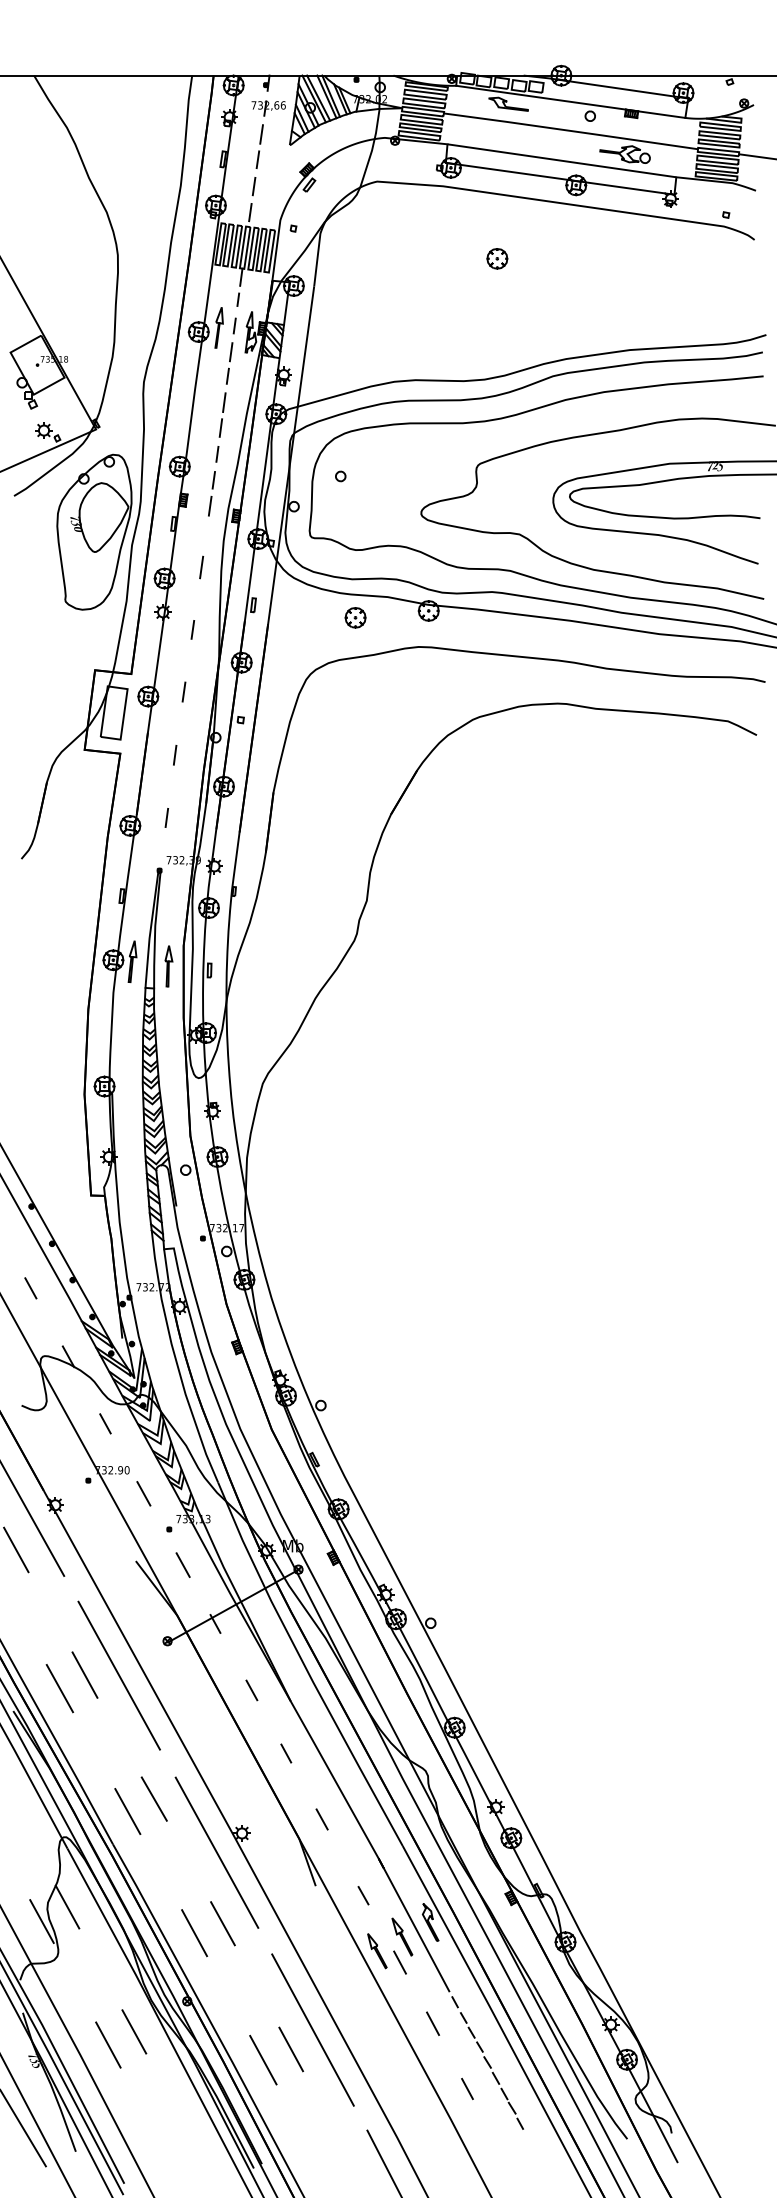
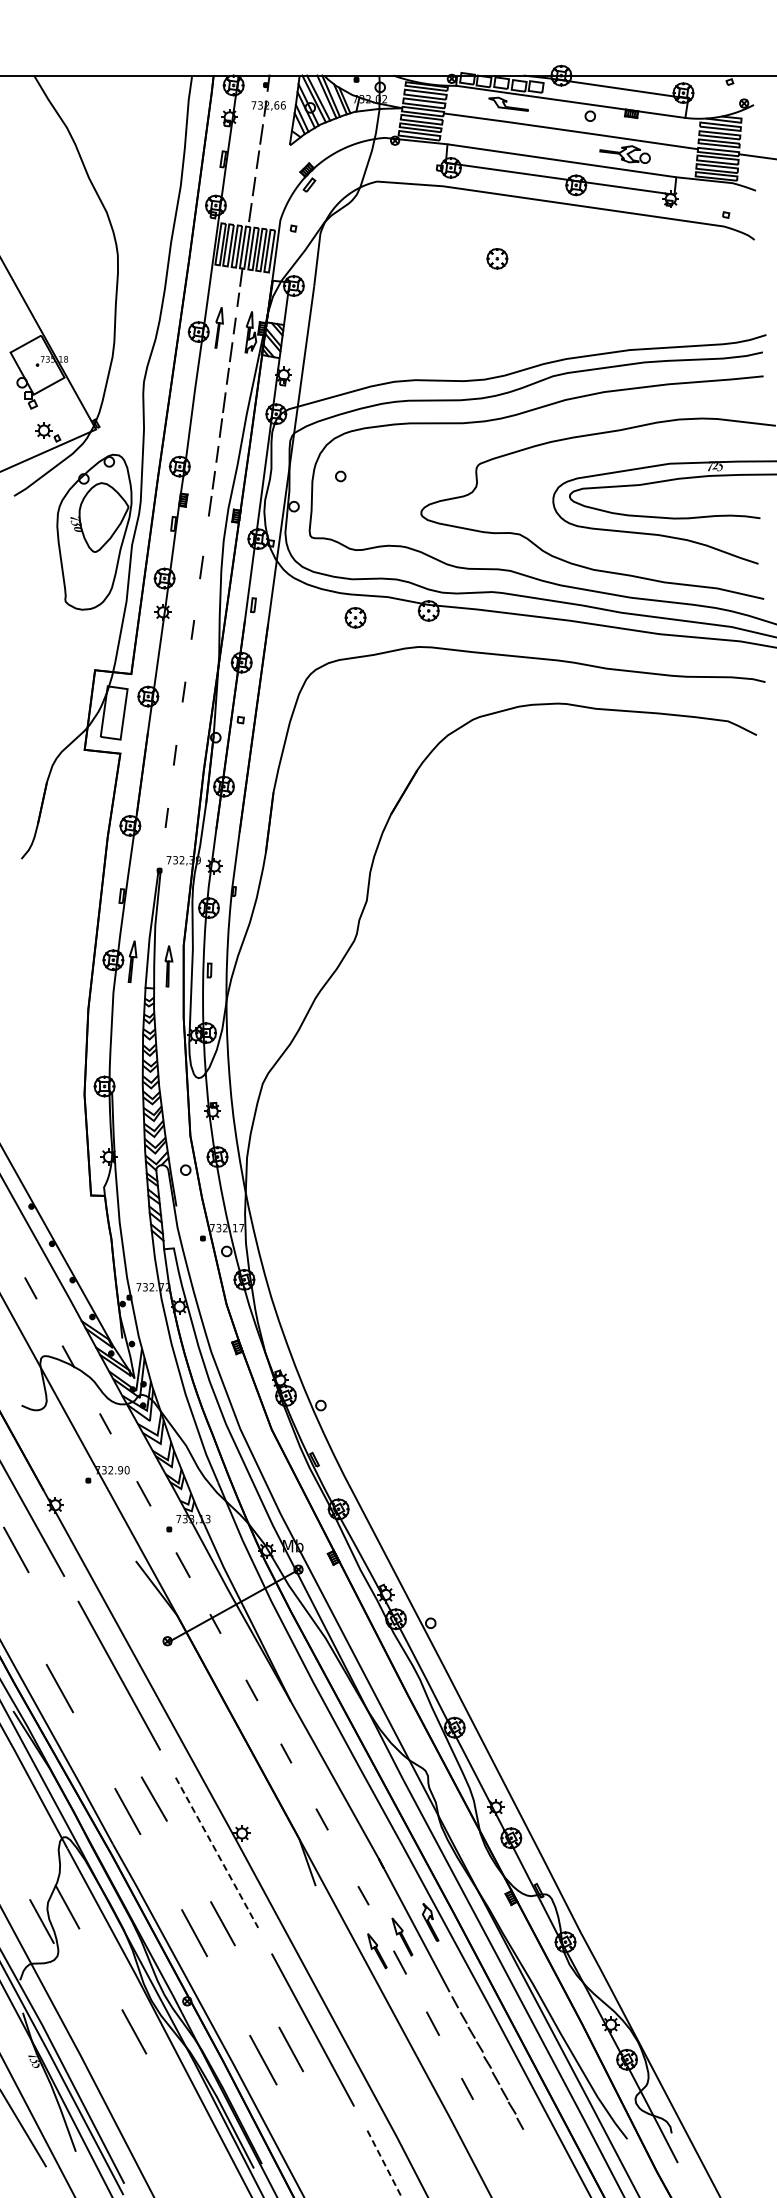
line at (84, 1674): present -> none
line at (217, 1852): solid -> dashed
line at (108, 2044): present -> none
line at (384, 2164): solid -> dashed
